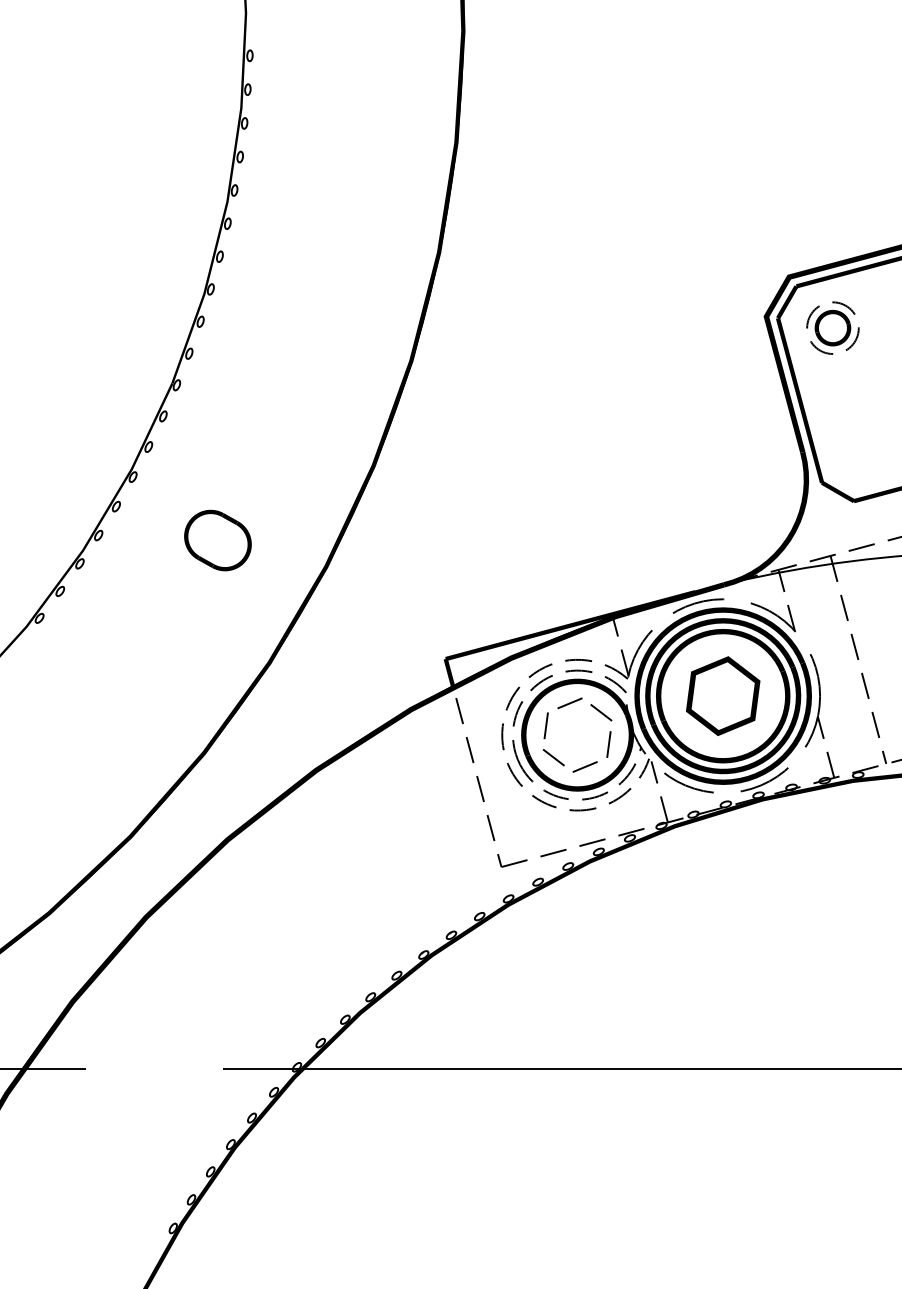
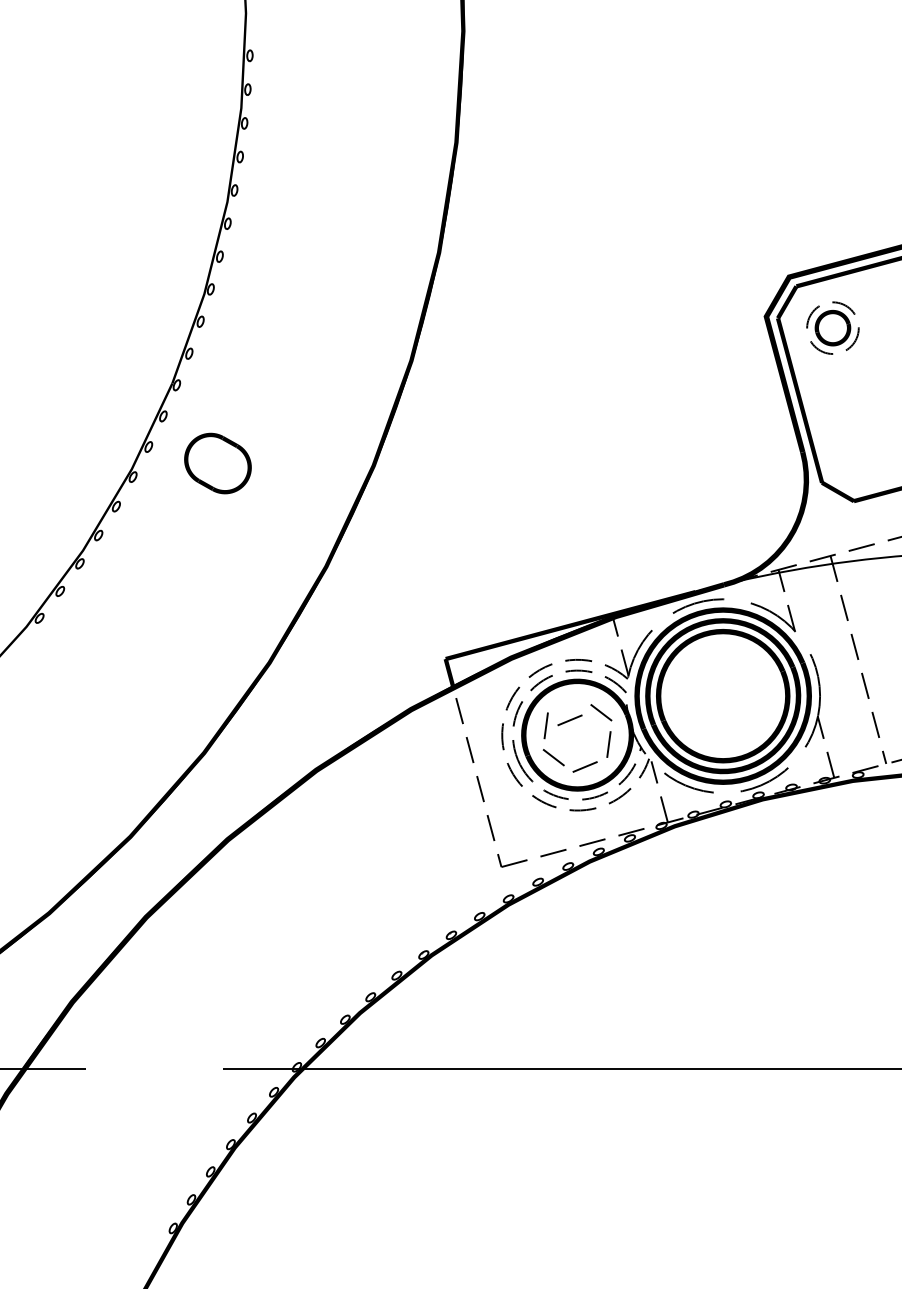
part at (217, 540) position: (217, 540) -> (217, 463)
part at (723, 695): present -> none
line at (569, 703) position: (569, 703) -> (569, 720)
